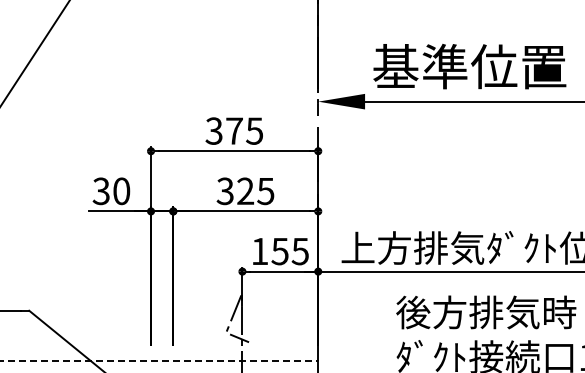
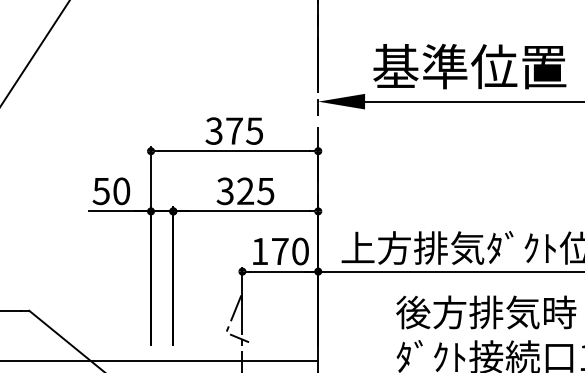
text at (101, 190): 30 -> 50
text at (289, 251): 155 -> 170
line at (159, 360): dashed -> solid
